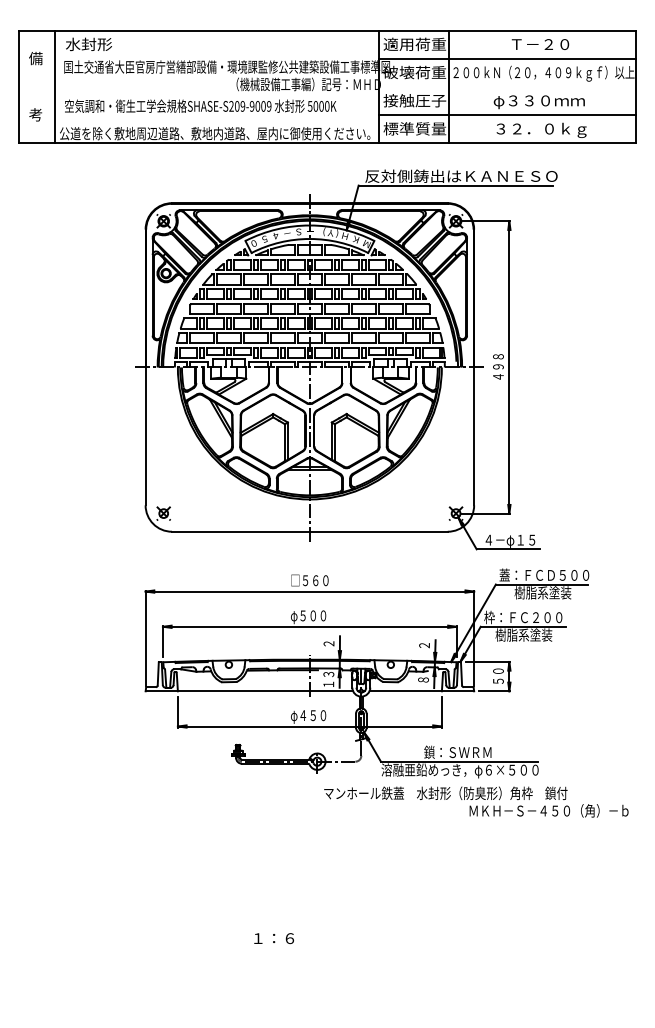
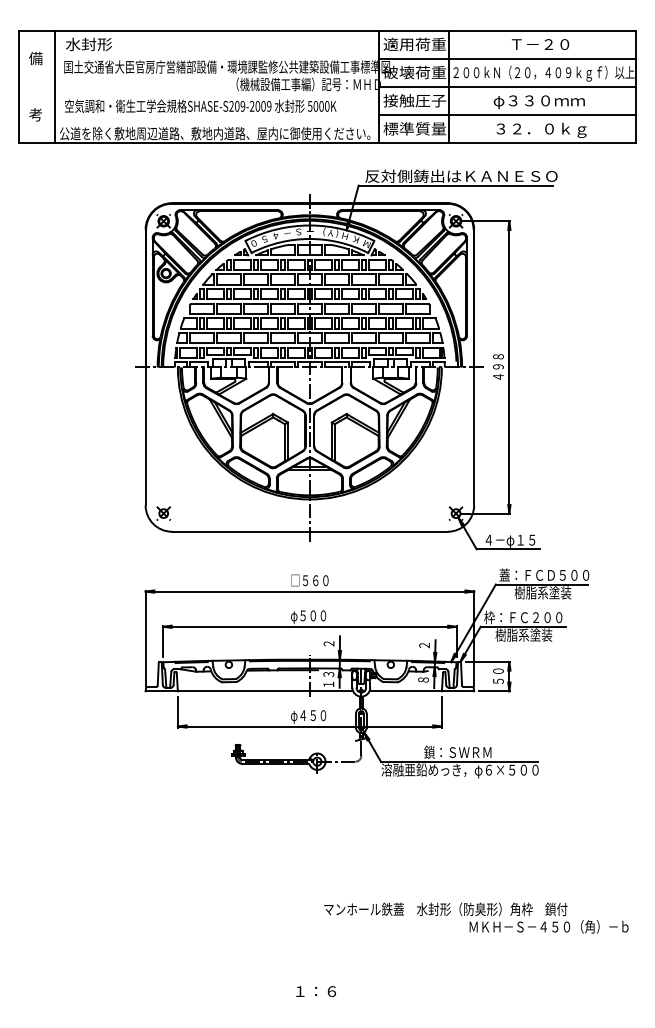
line at (506, 87): none -> present
text at (251, 106): SHASE-S209-9009 -> SHASE-S209-2009
text at (476, 801) position: (476, 801) -> (476, 917)
text at (273, 938) position: (273, 938) -> (315, 991)
